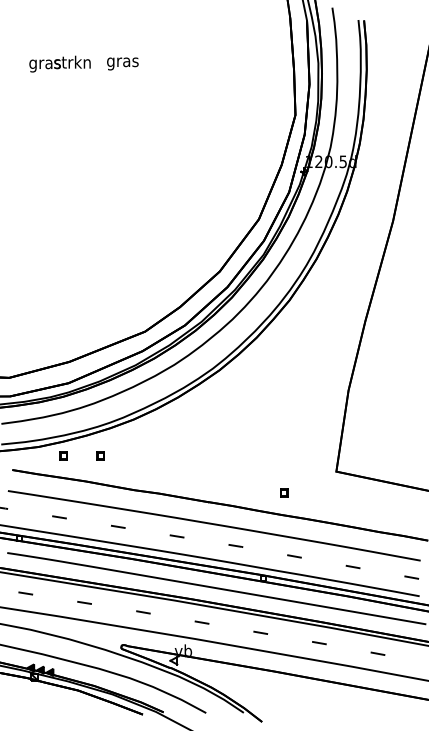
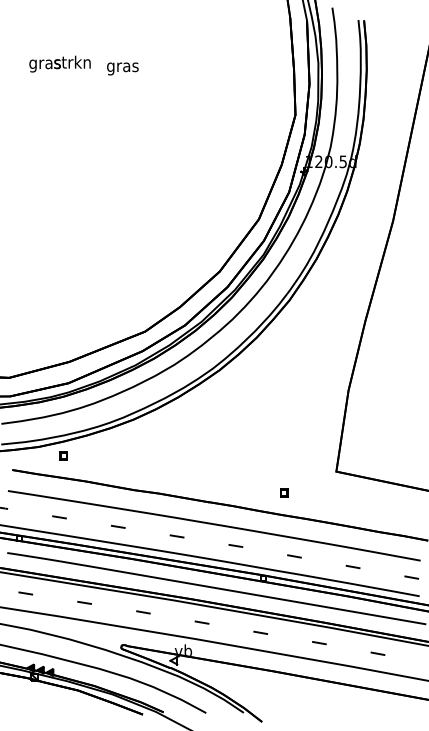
text at (122, 63) position: (122, 63) -> (122, 68)
part at (100, 455): present -> none
